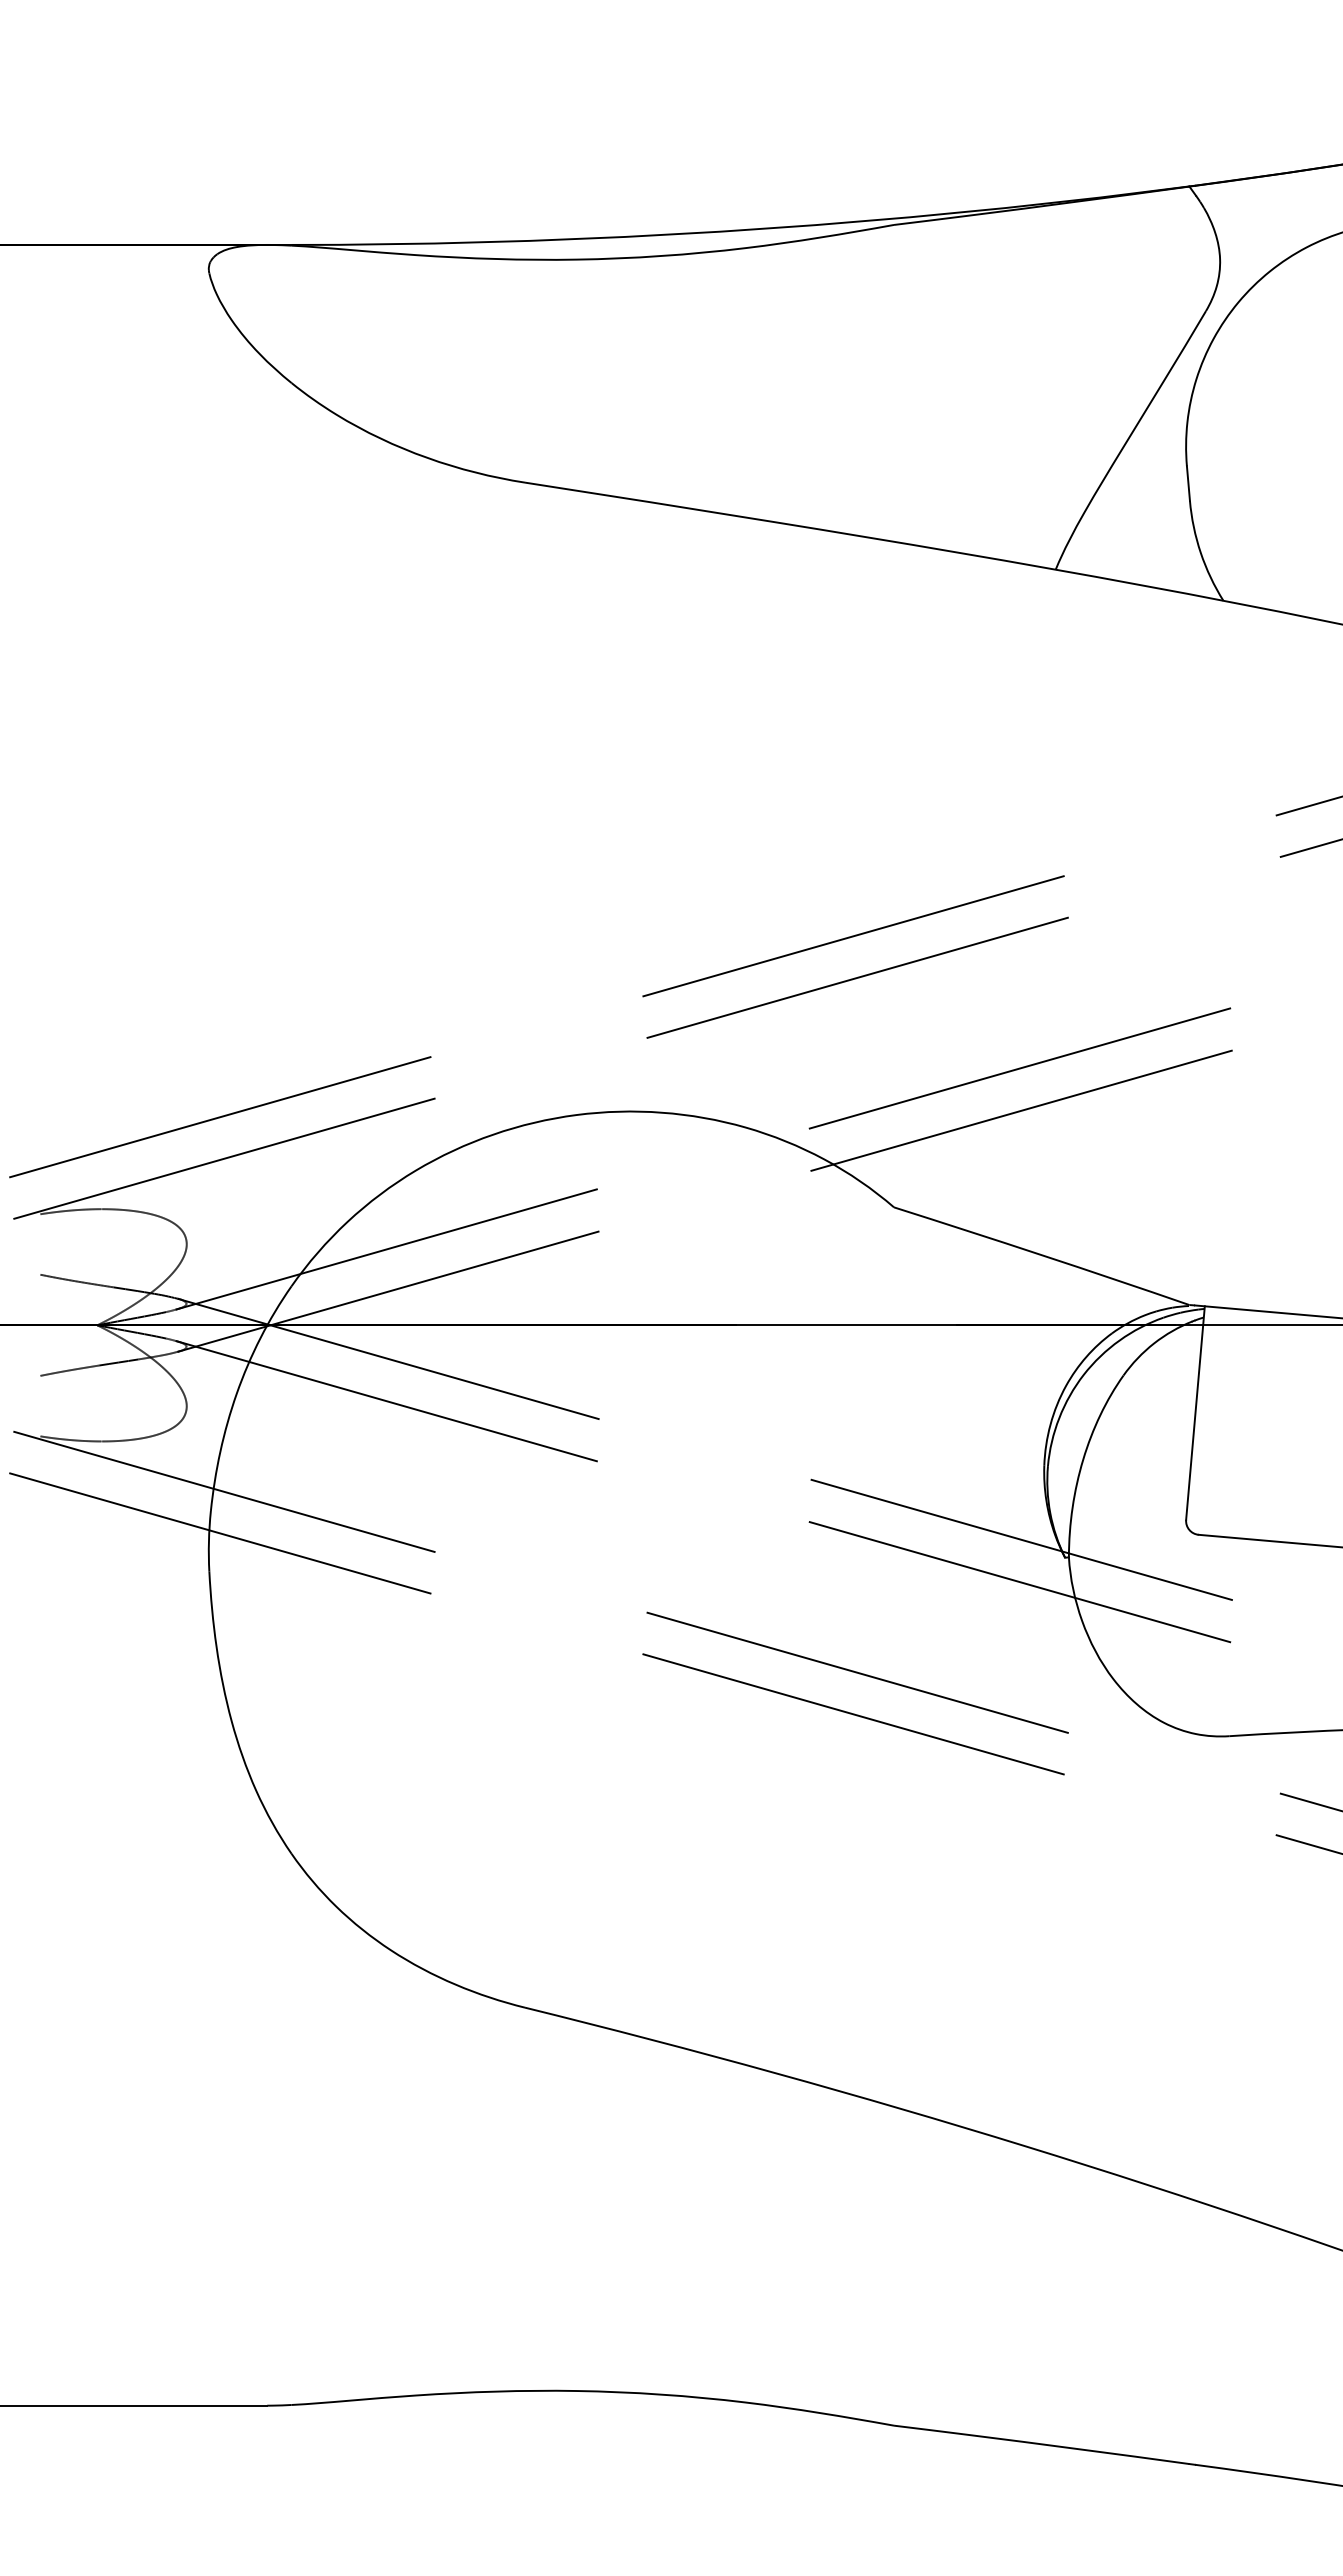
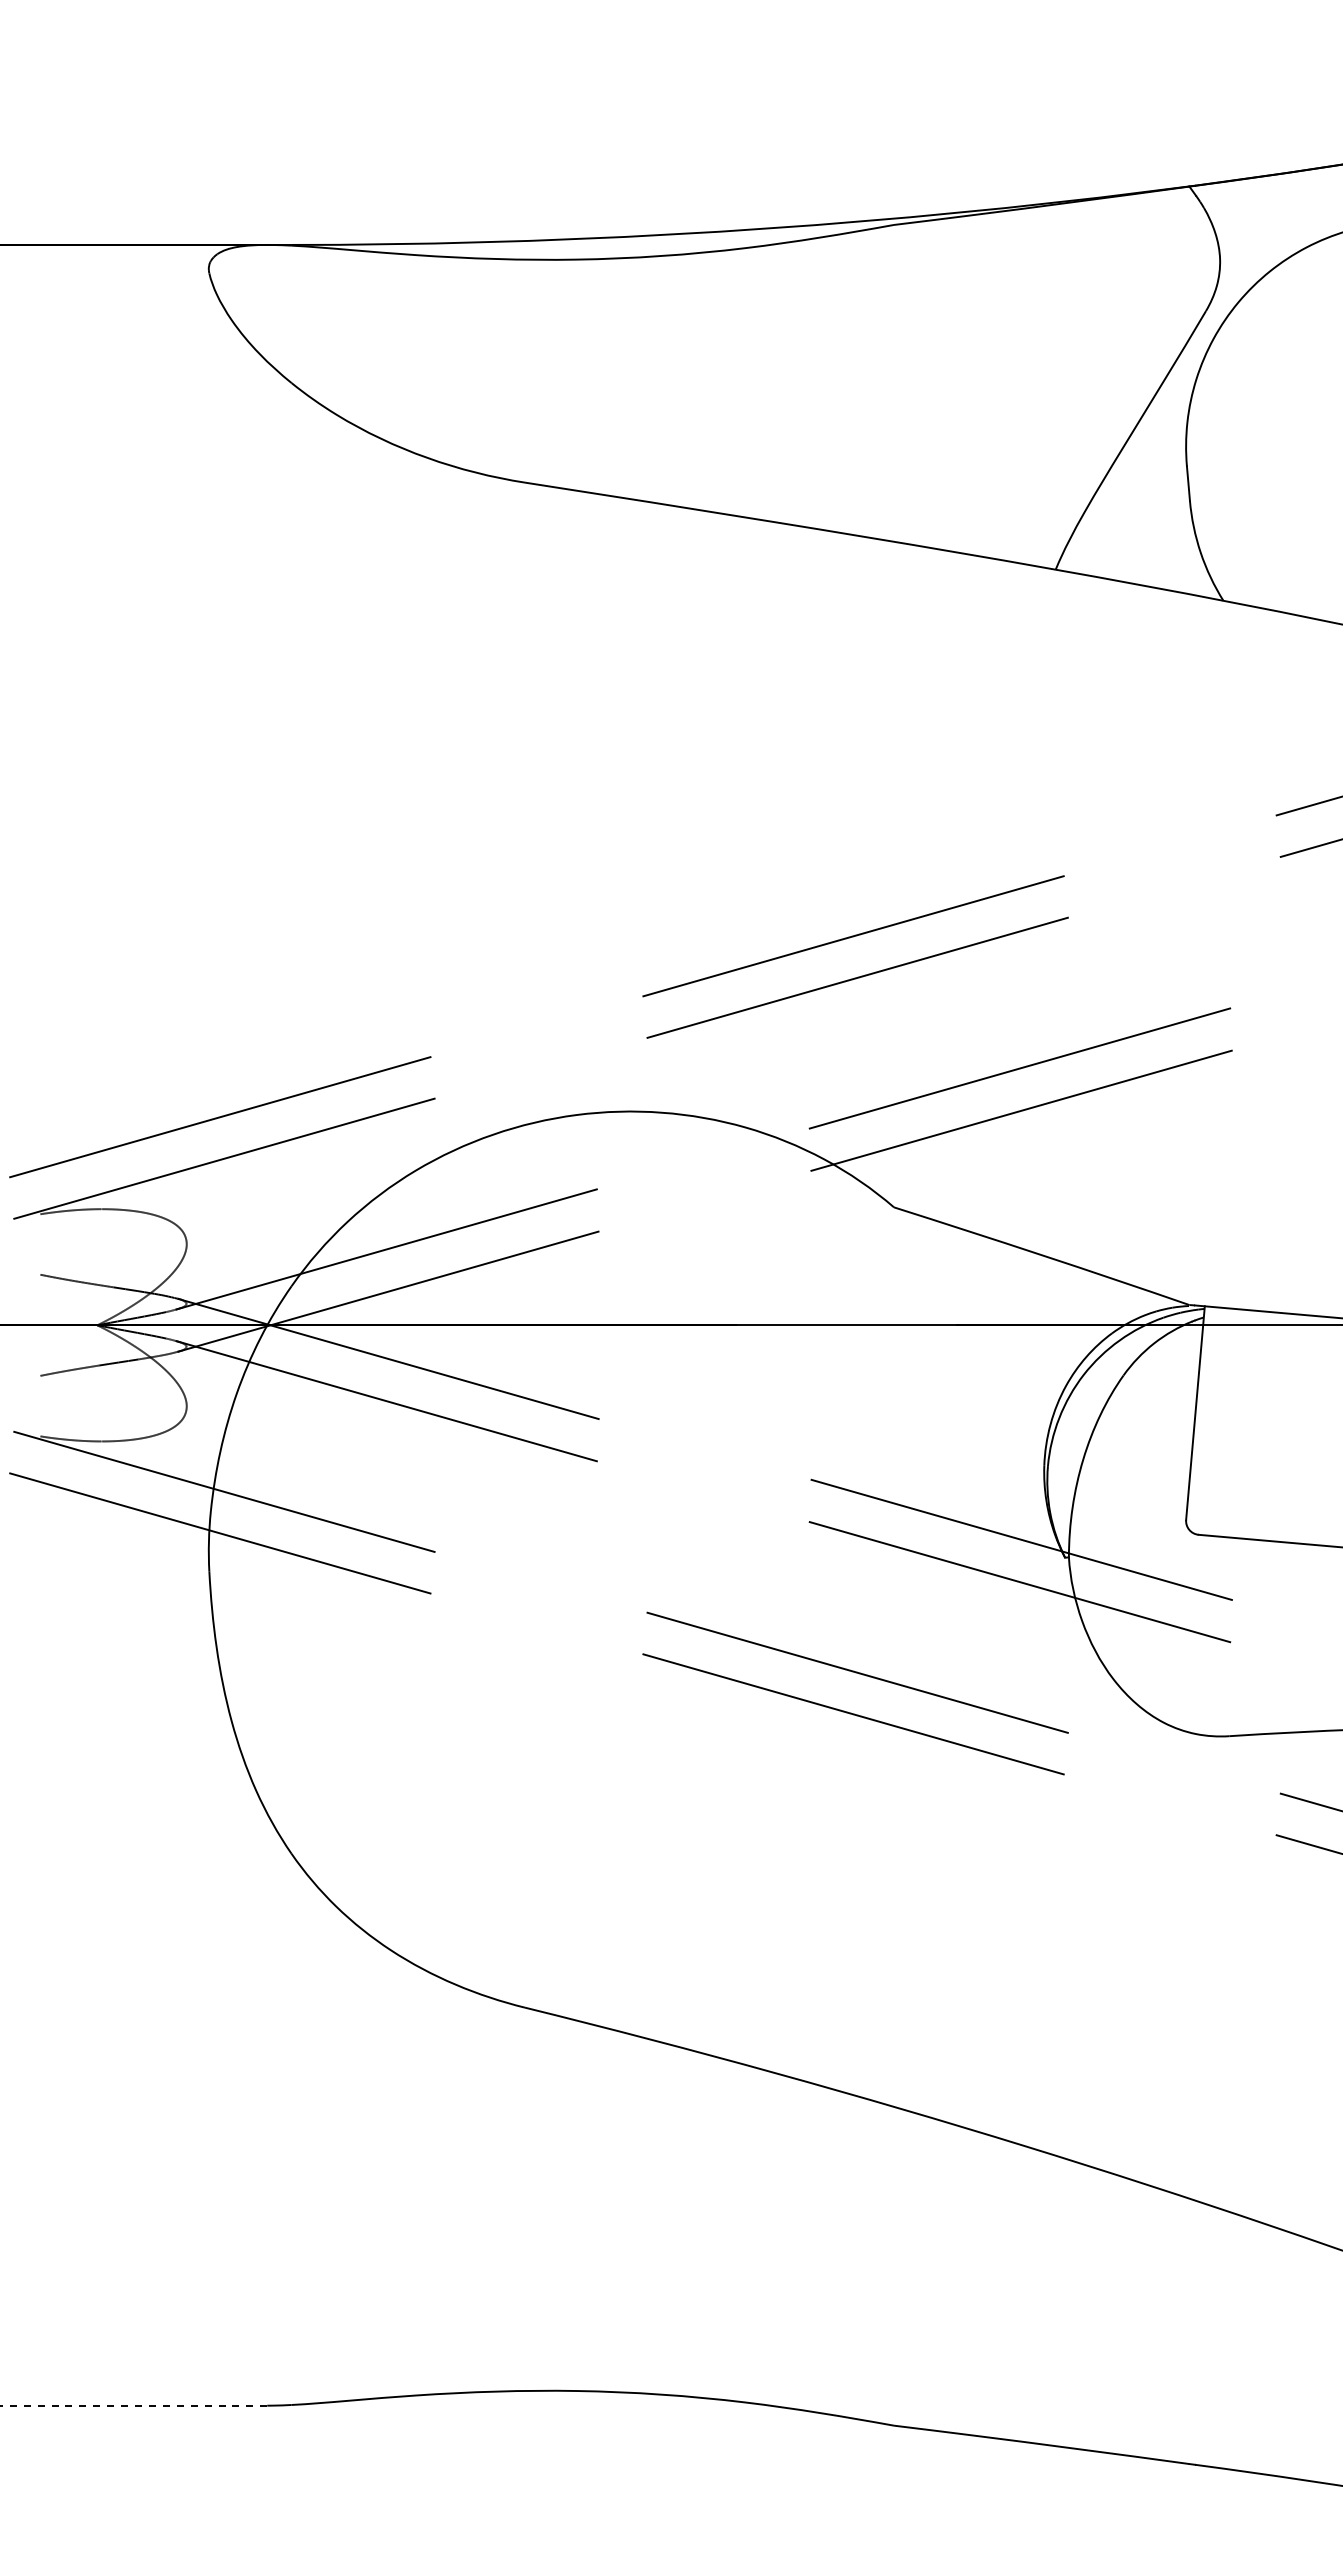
line at (133, 2405): solid -> dashed
